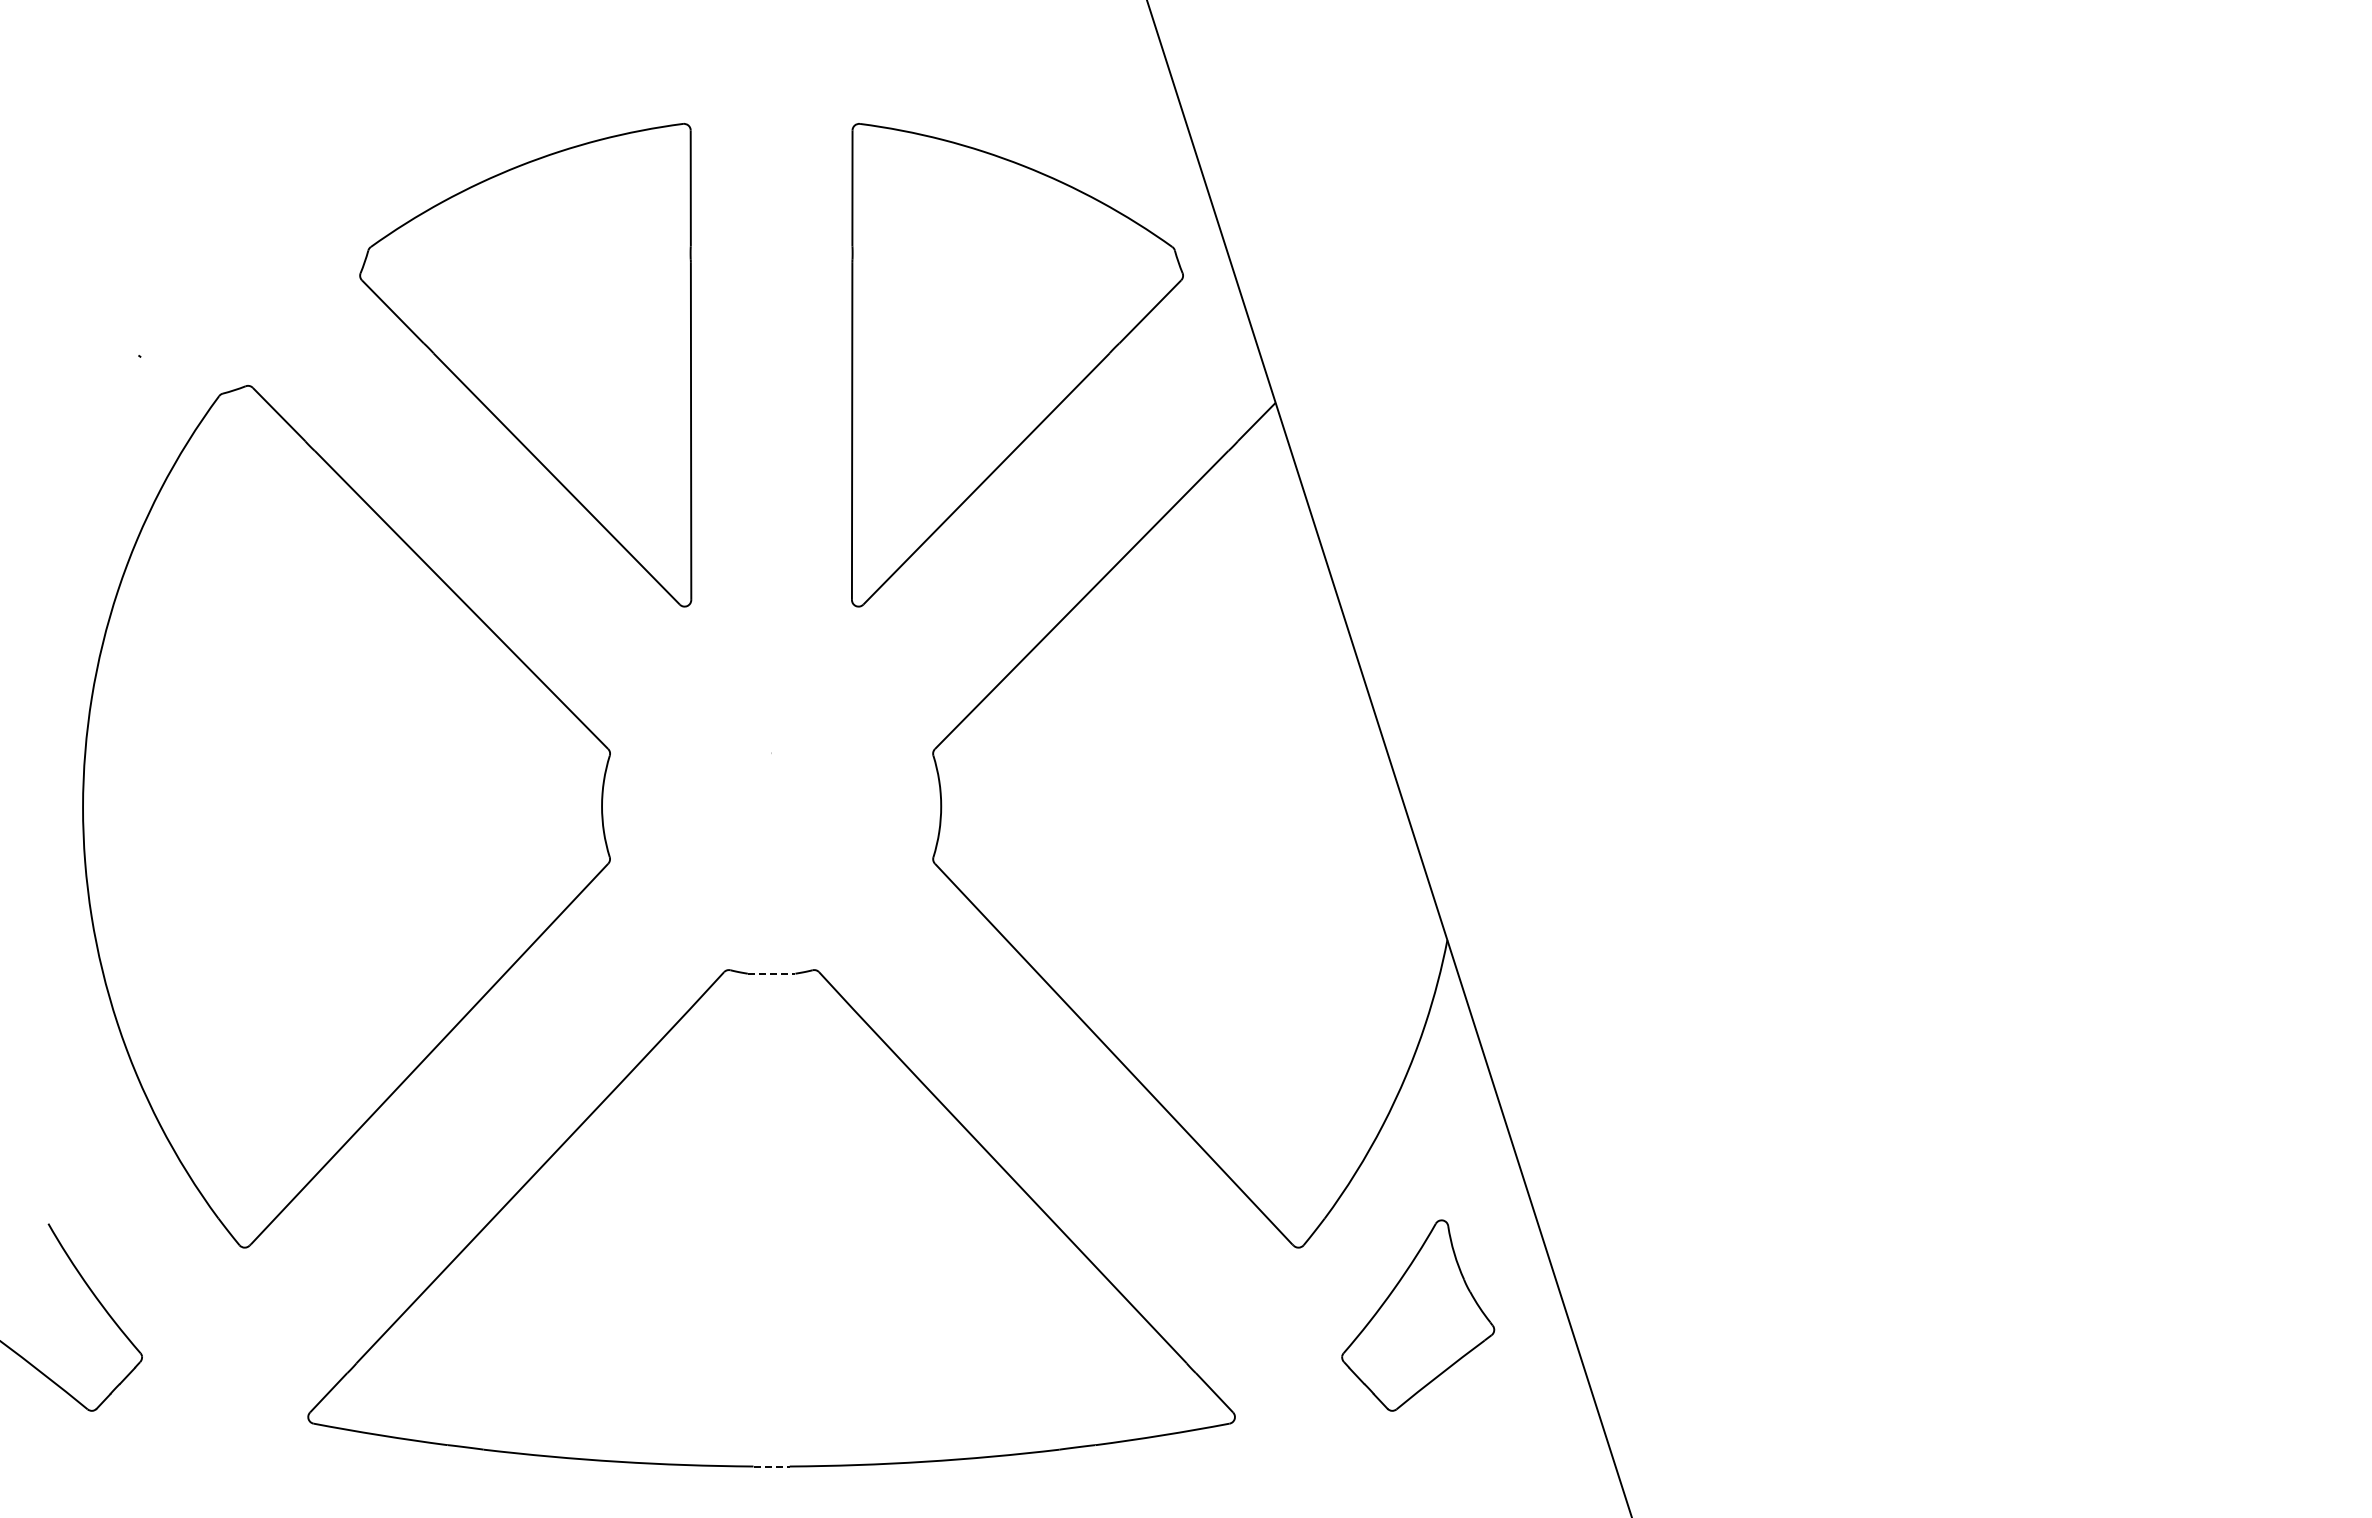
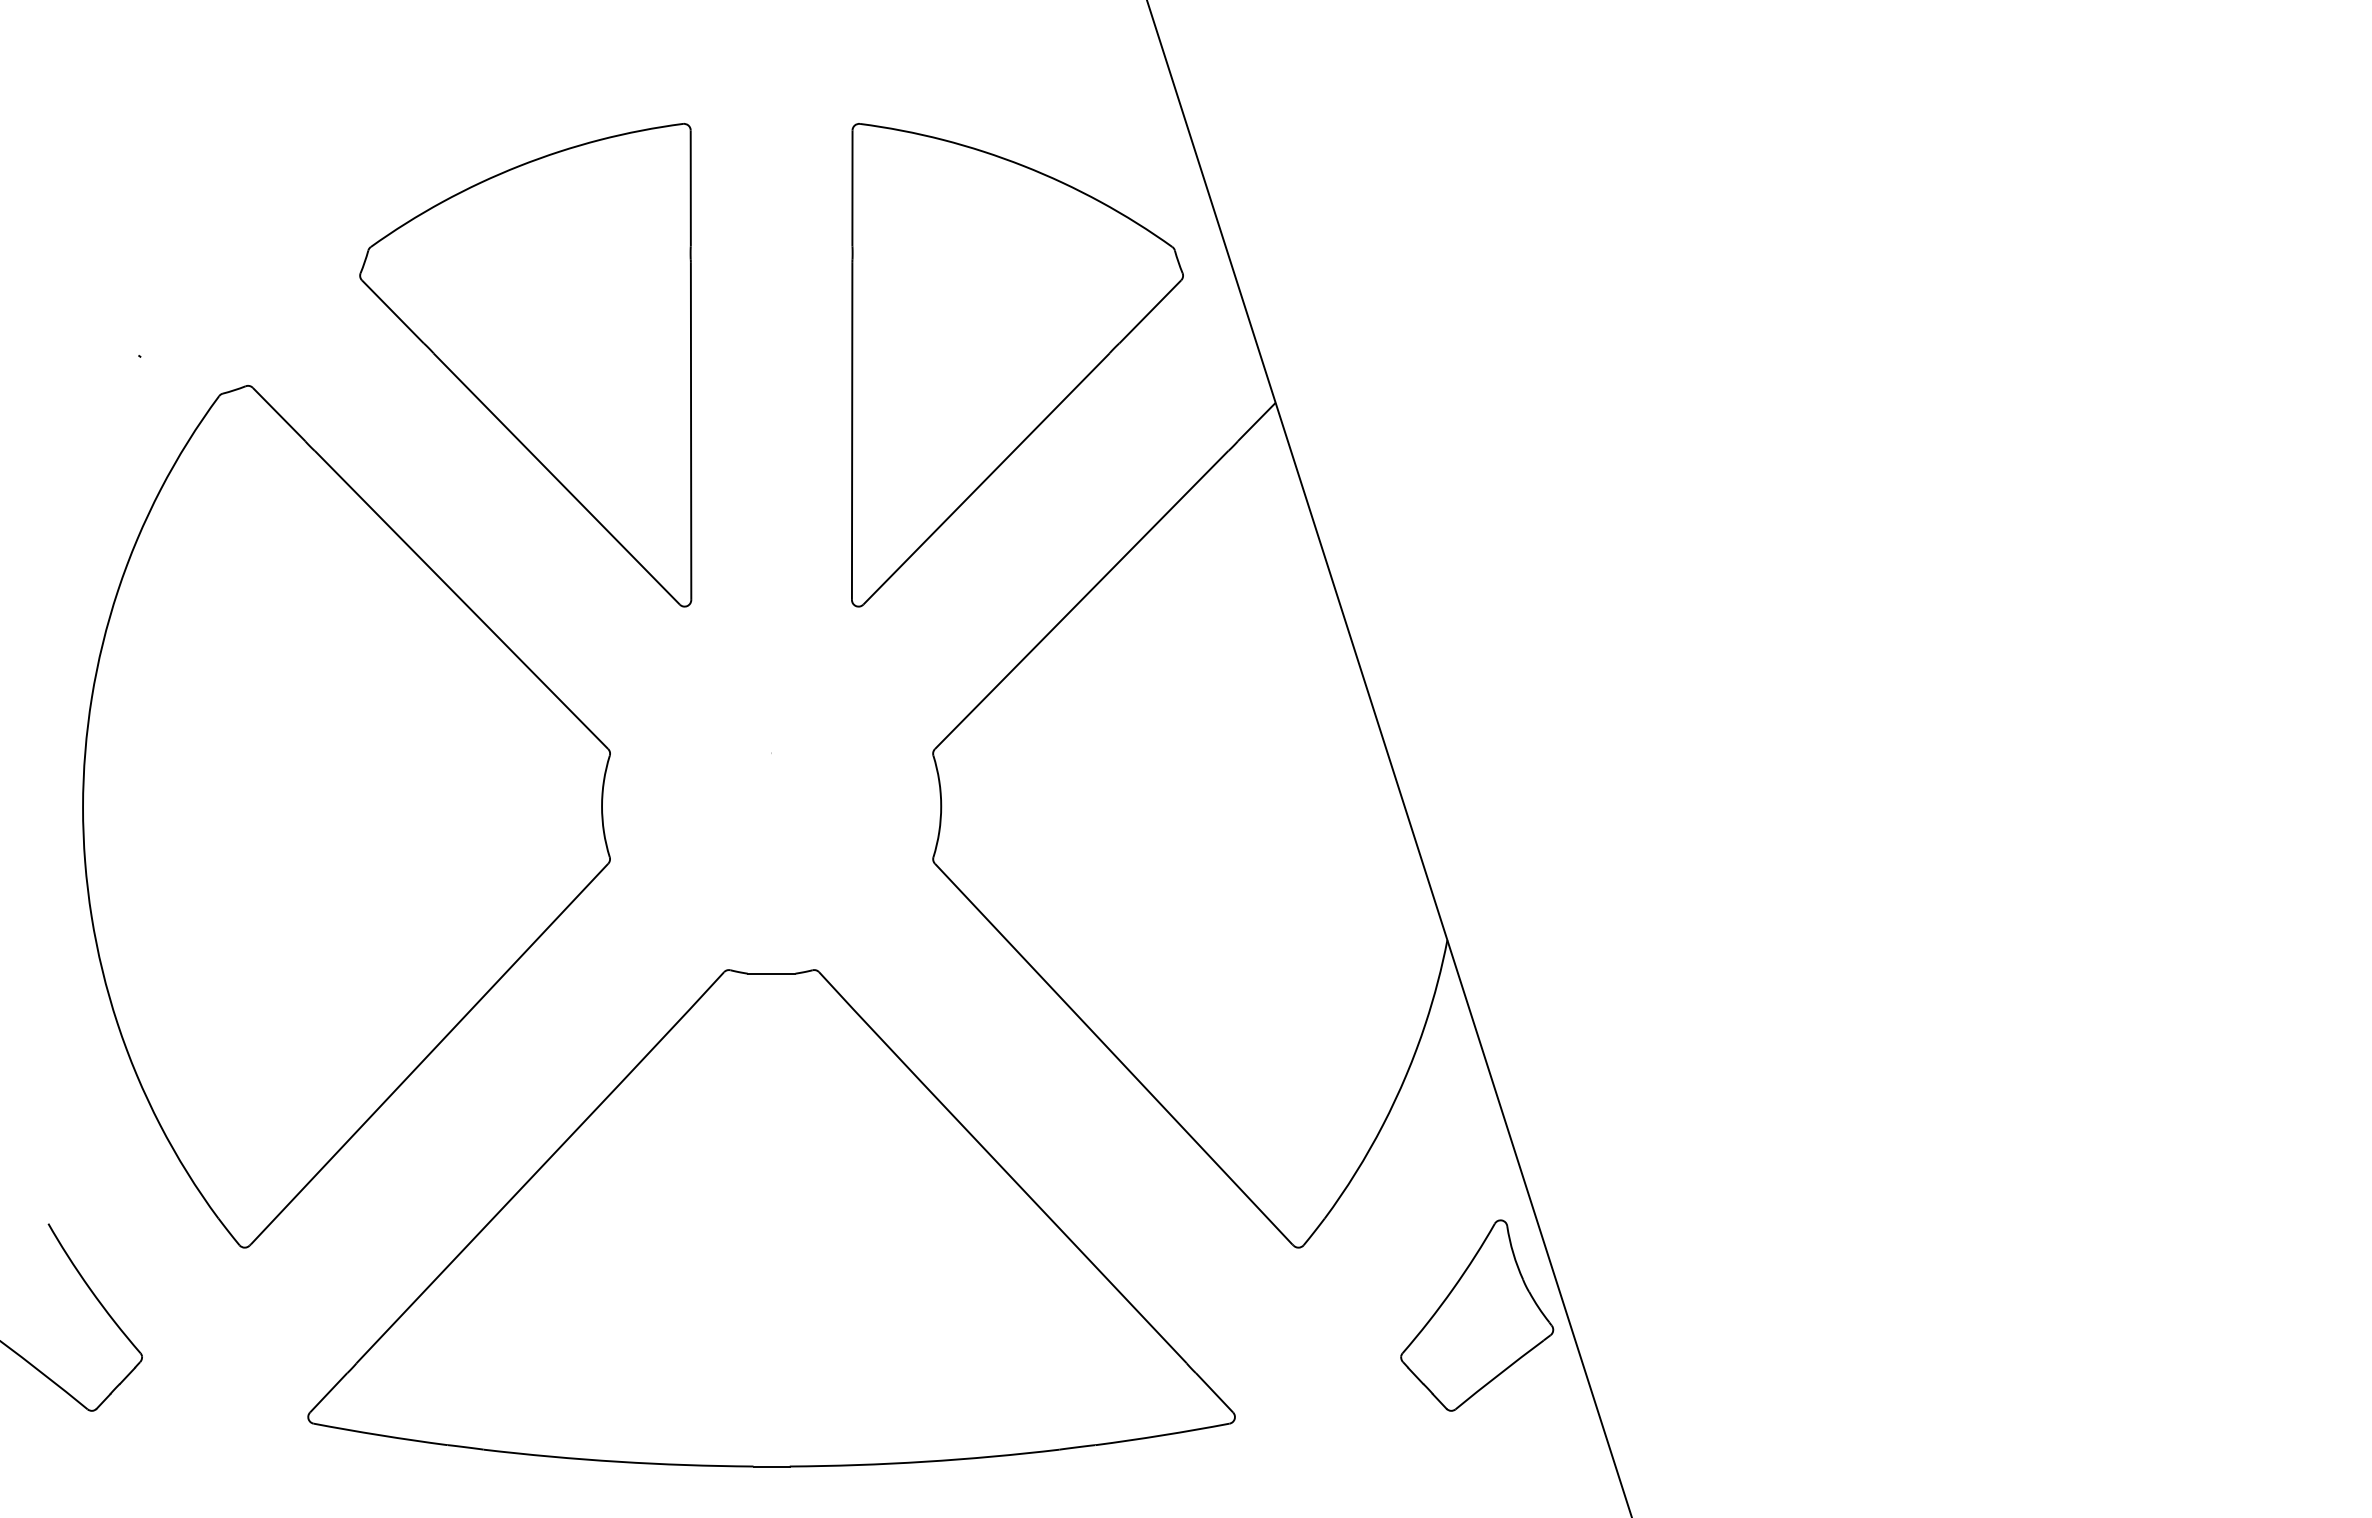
line at (771, 973): dashed -> solid
part at (1418, 1315) position: (1418, 1315) -> (1477, 1315)
line at (772, 1466): dashed -> solid
